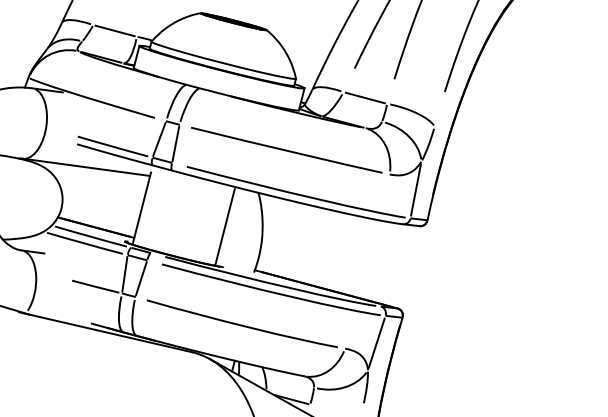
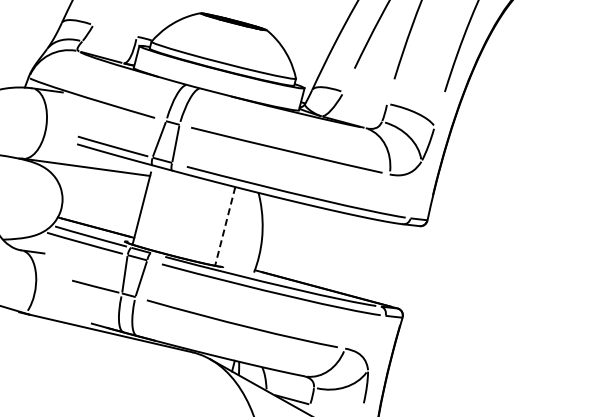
line at (114, 30): present -> none
line at (364, 97): present -> none
line at (415, 189): present -> none
line at (225, 226): solid -> dashed
line at (376, 342): present -> none
